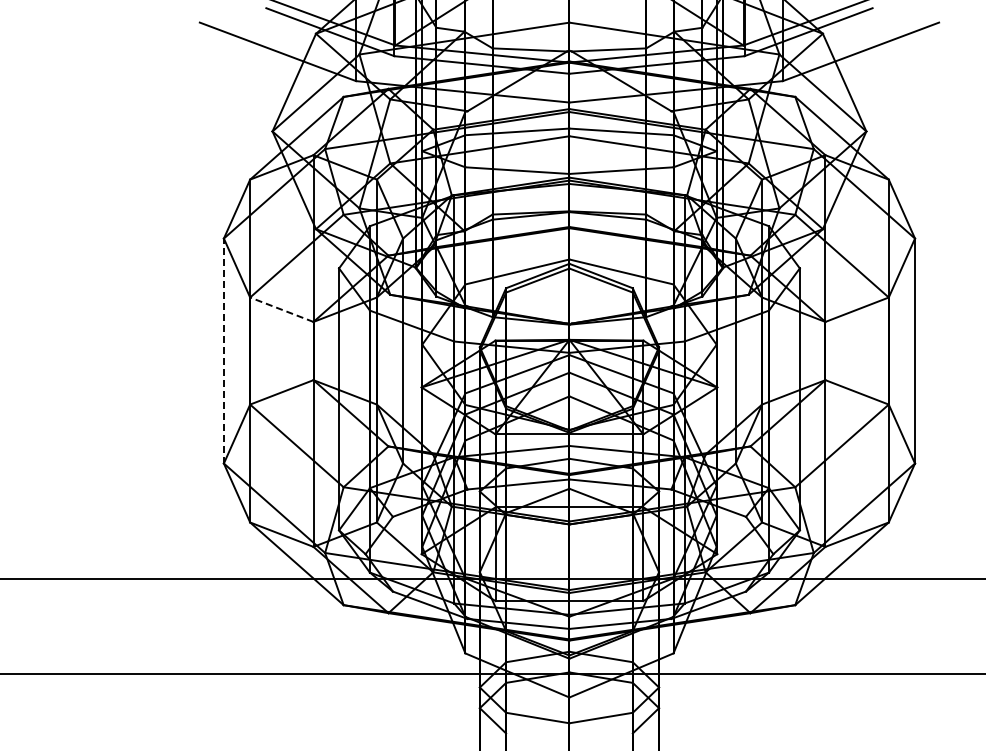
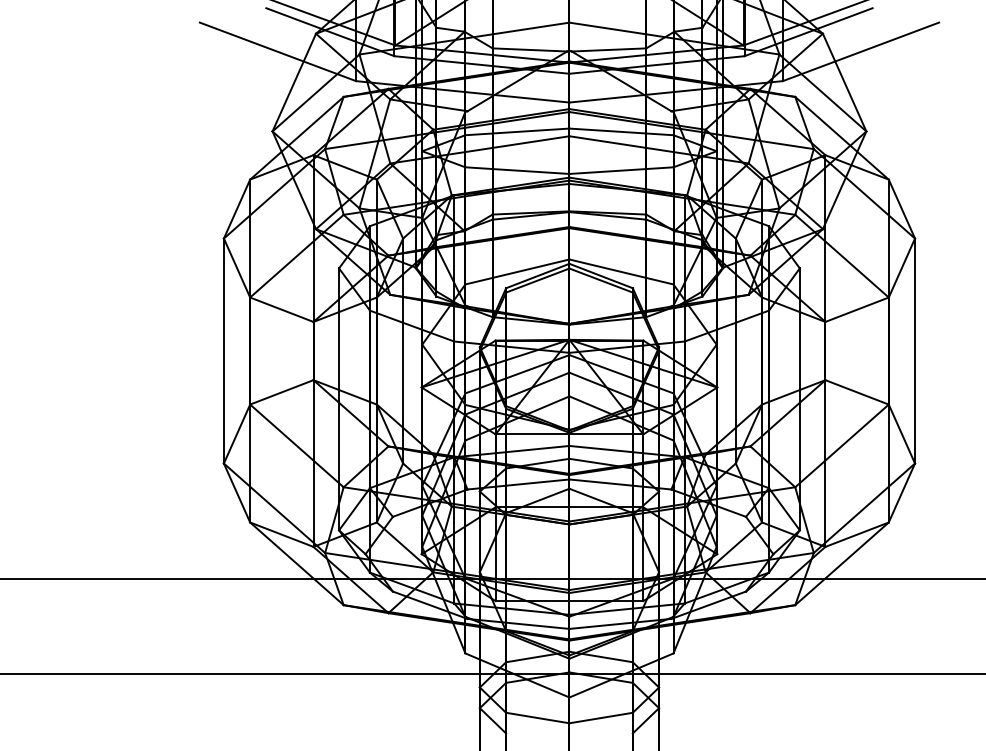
line at (281, 309): dashed -> solid
line at (223, 350): dashed -> solid
